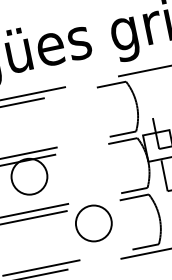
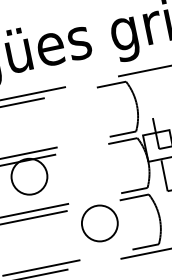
circle at (93, 223) position: (93, 223) -> (99, 223)
